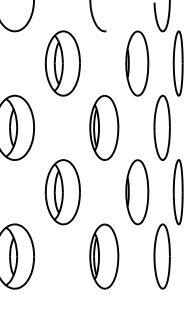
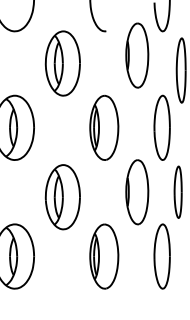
part at (137, 63) position: (137, 63) -> (137, 55)
part at (177, 63) position: (177, 63) -> (180, 70)
part at (62, 192) position: (62, 192) -> (62, 197)
part at (177, 192) size: 12x67 px -> 10x54 px
